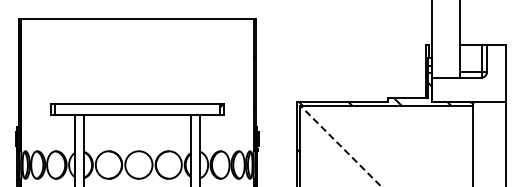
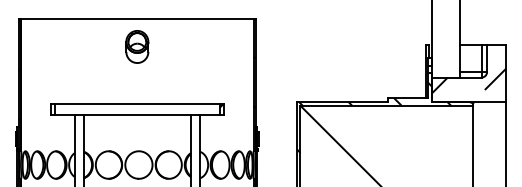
part at (137, 46): none -> present
hatch at (468, 85): none -> present
line at (340, 145): dashed -> solid
